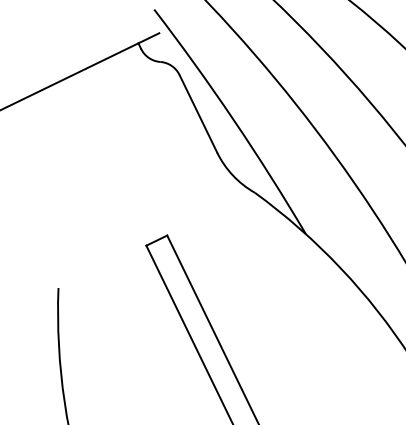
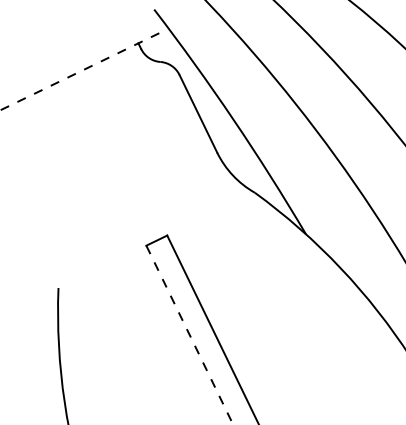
line at (79, 71): solid -> dashed
line at (189, 335): solid -> dashed
